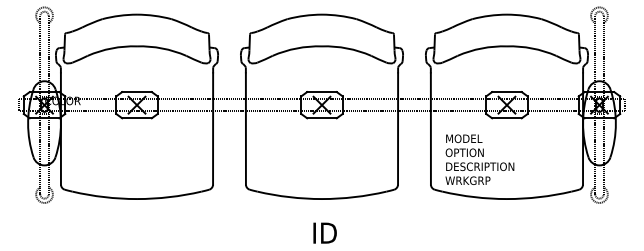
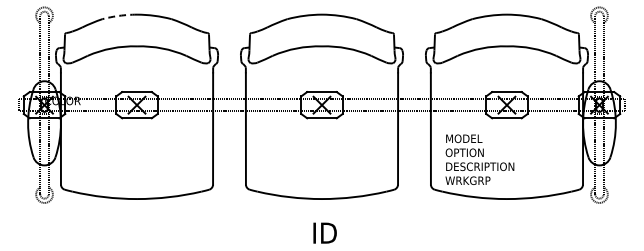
arc at (119, 15): solid -> dashed
